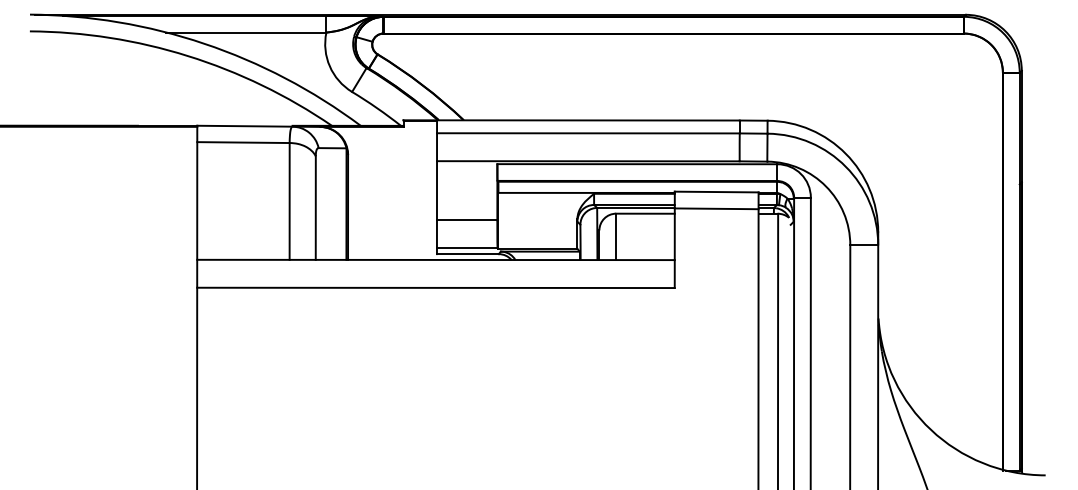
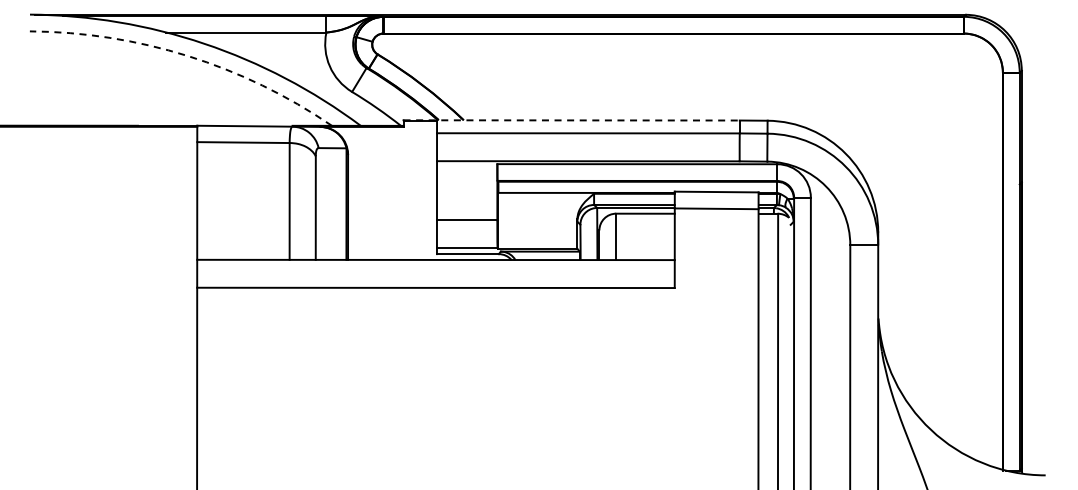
arc at (187, 56): solid -> dashed
line at (572, 120): solid -> dashed
